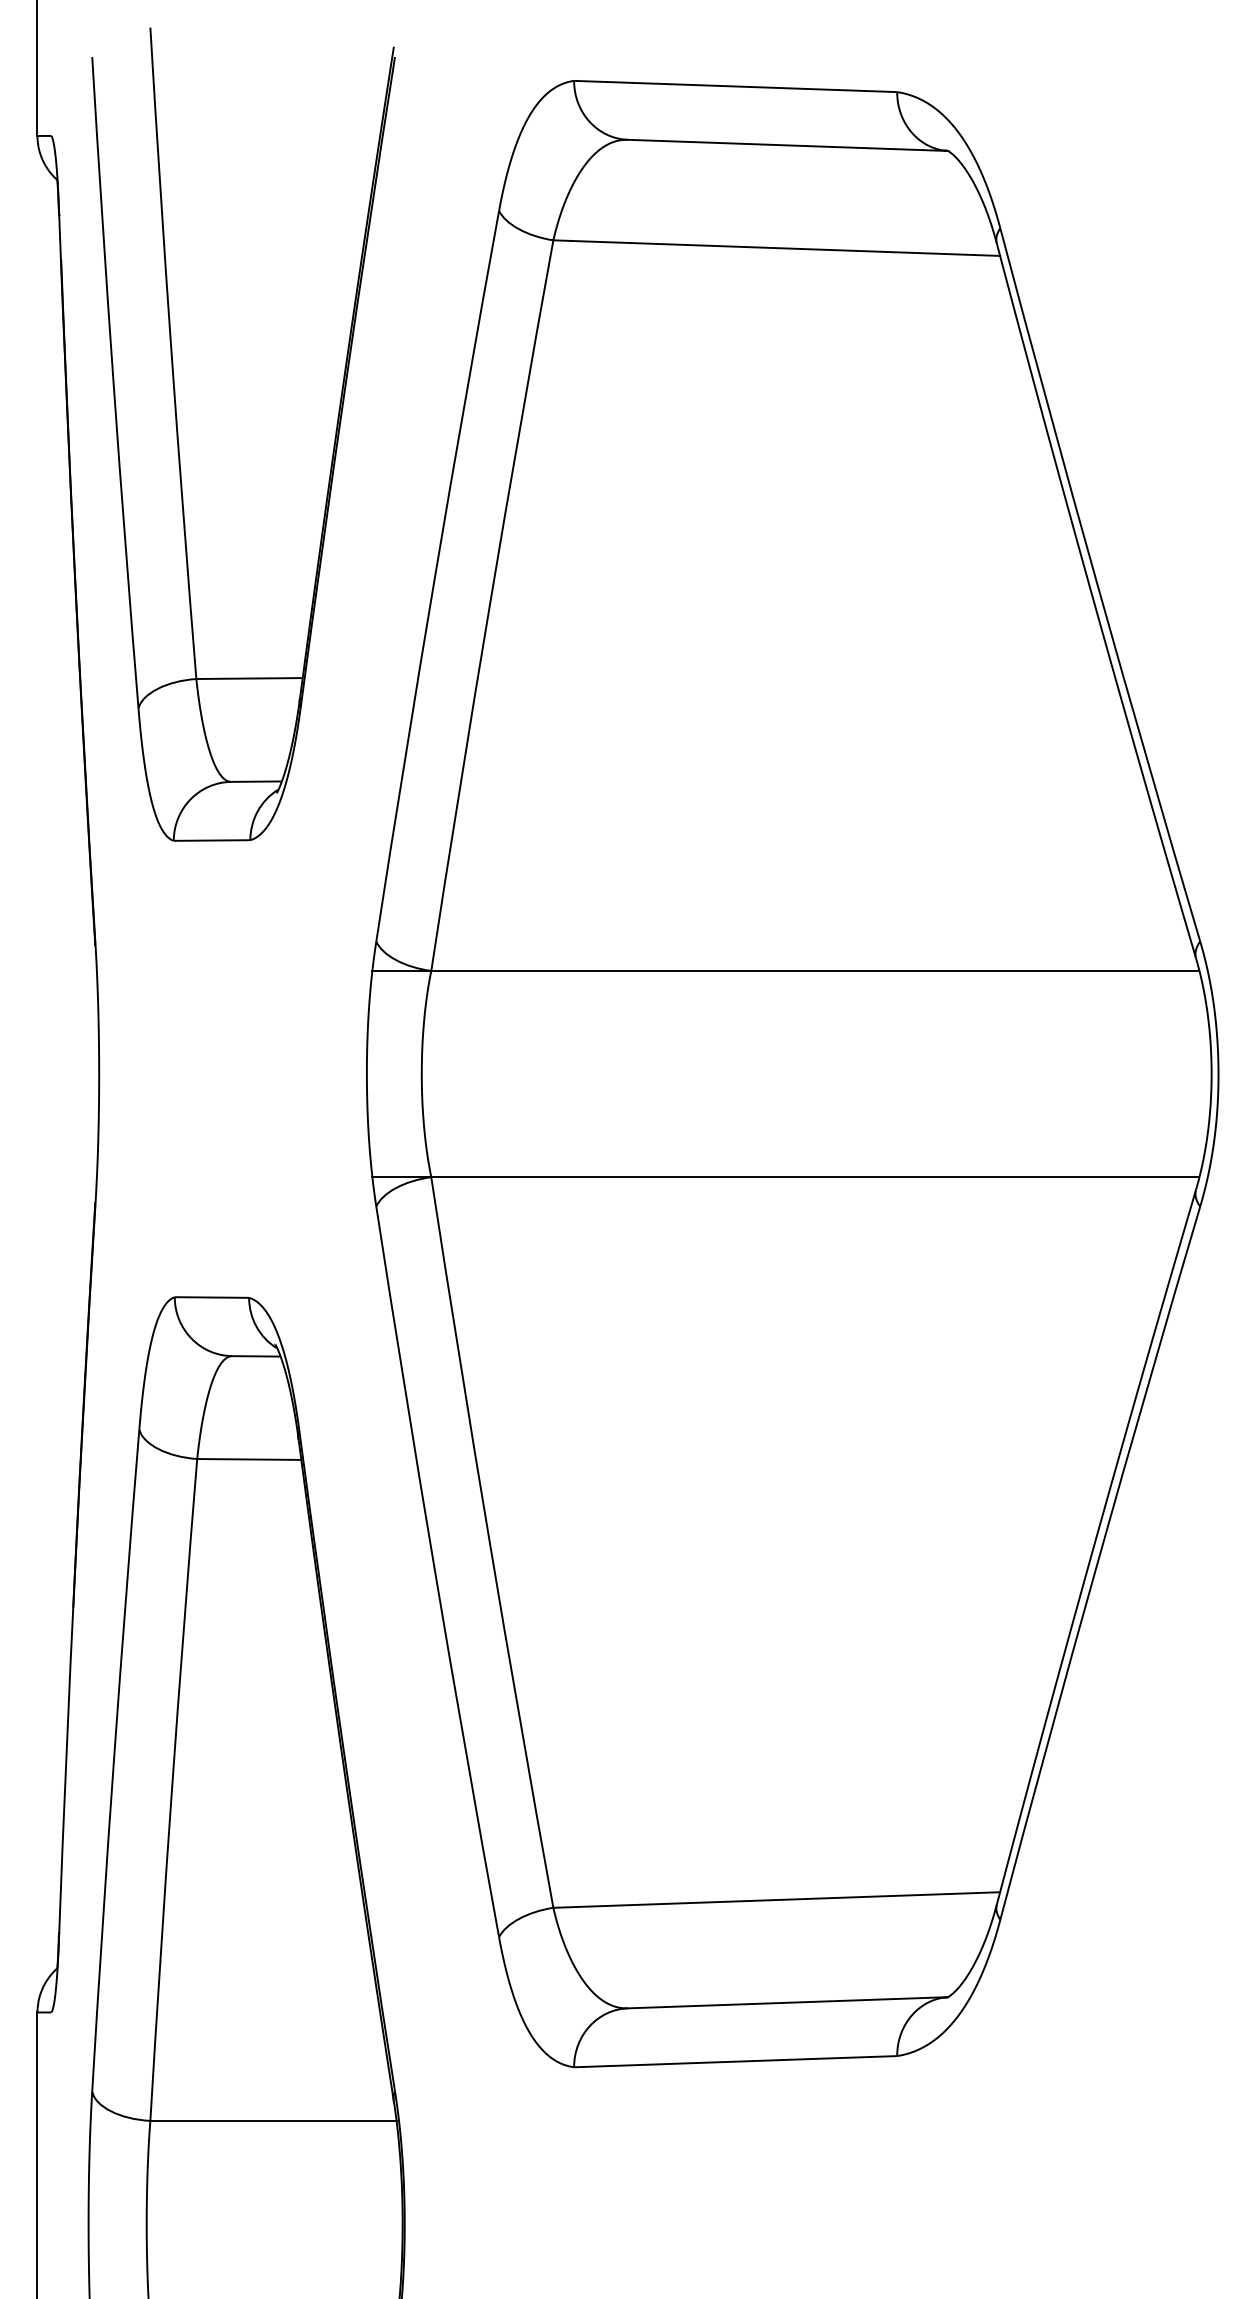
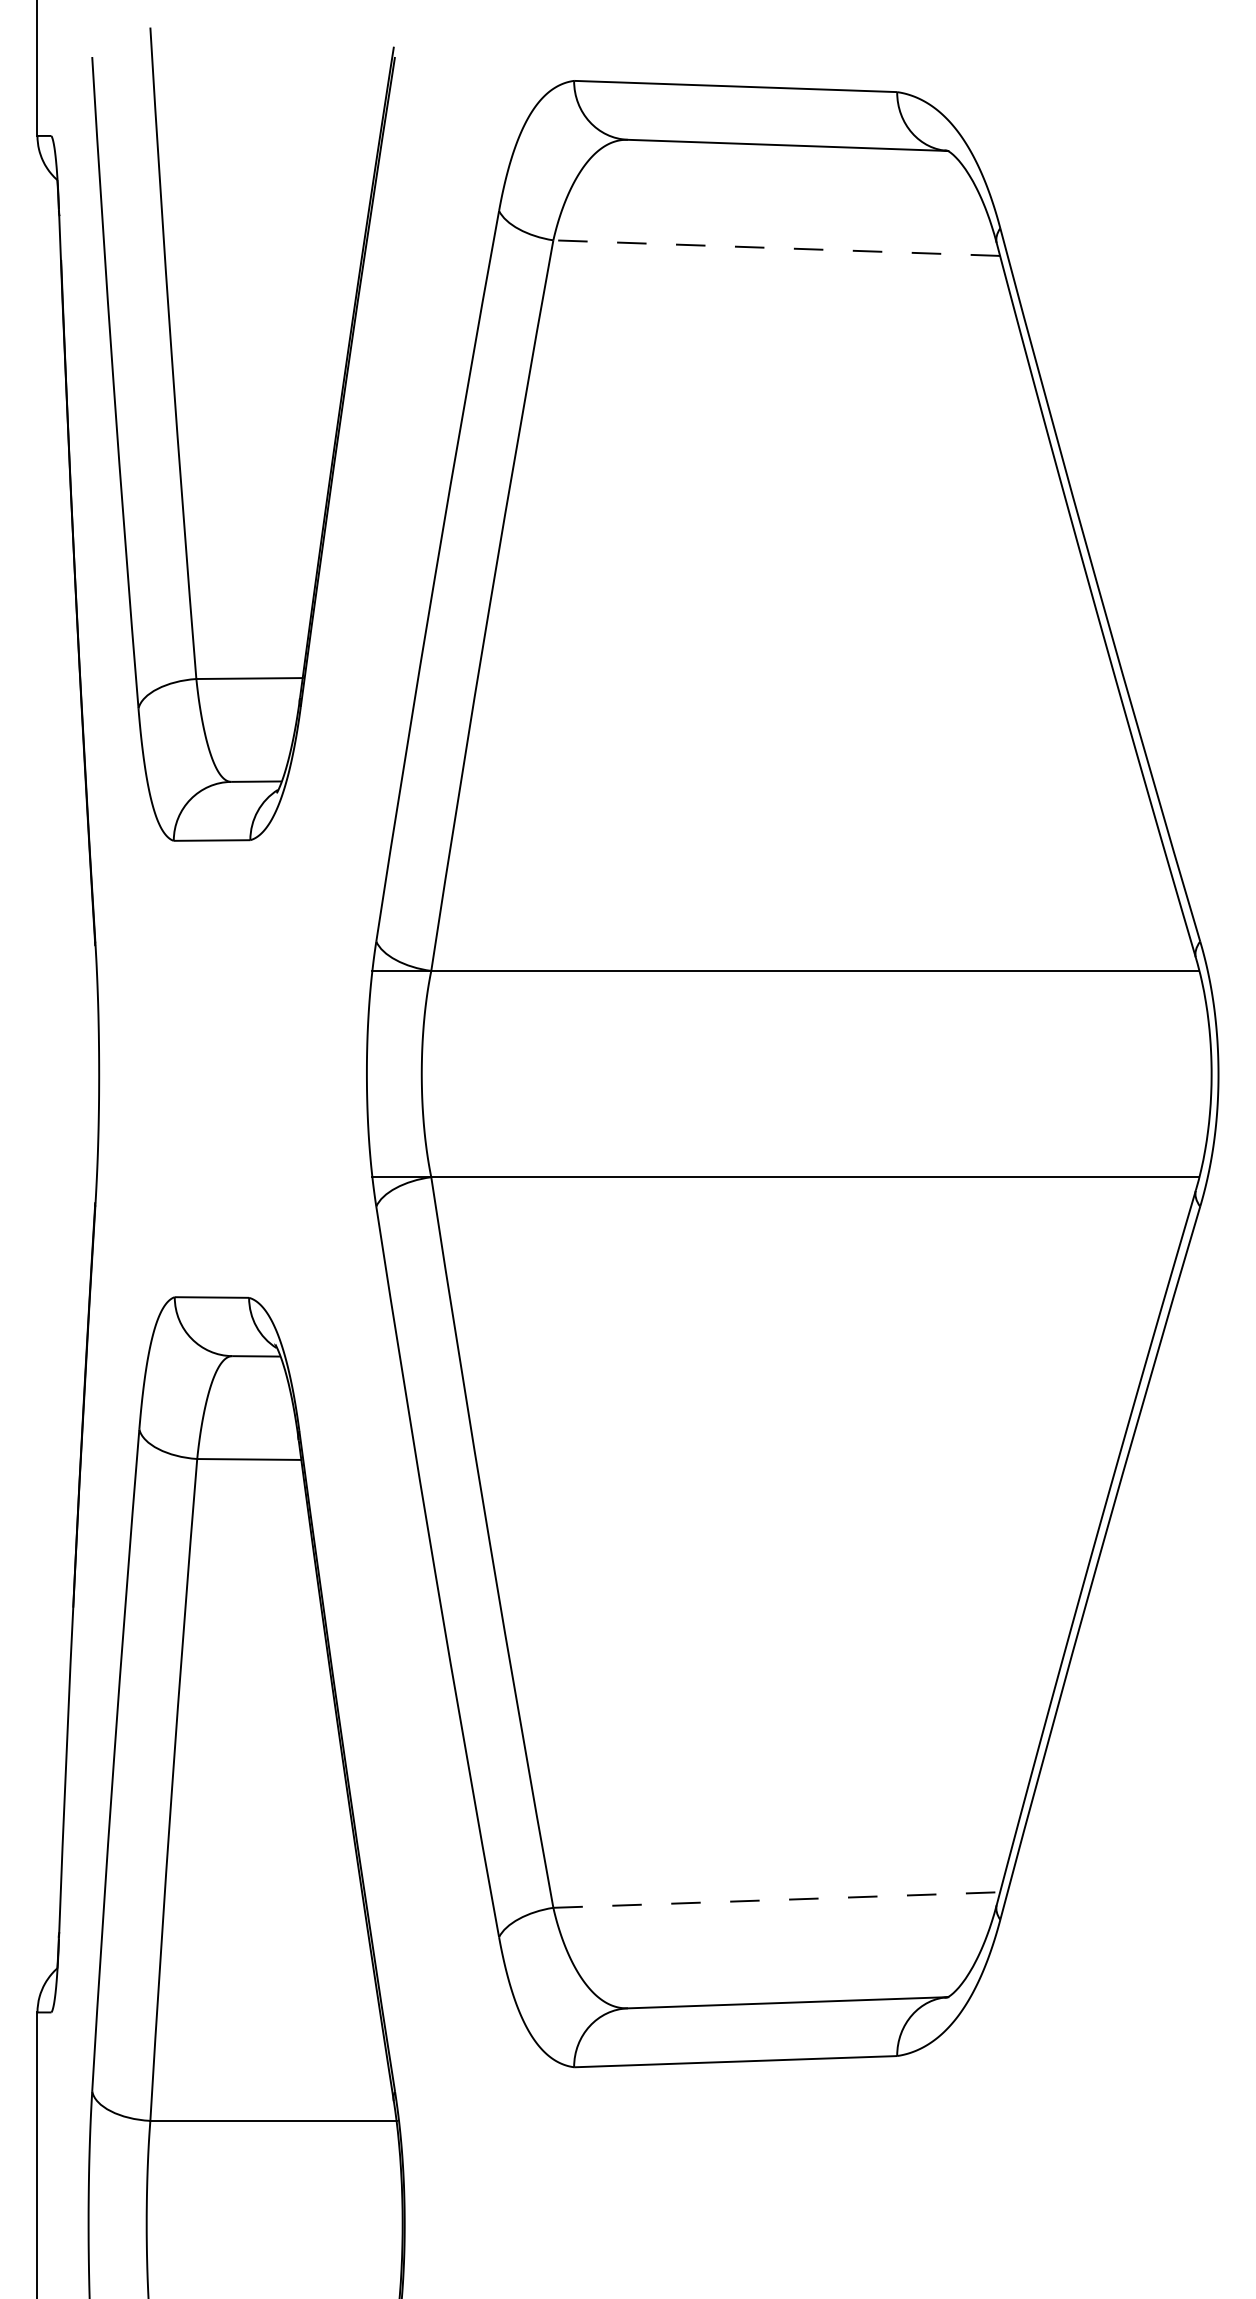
line at (776, 248): solid -> dashed
line at (776, 1900): solid -> dashed
